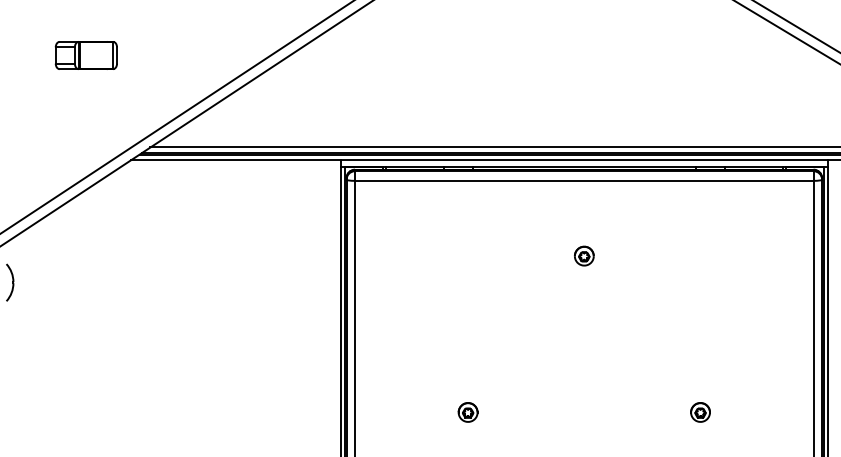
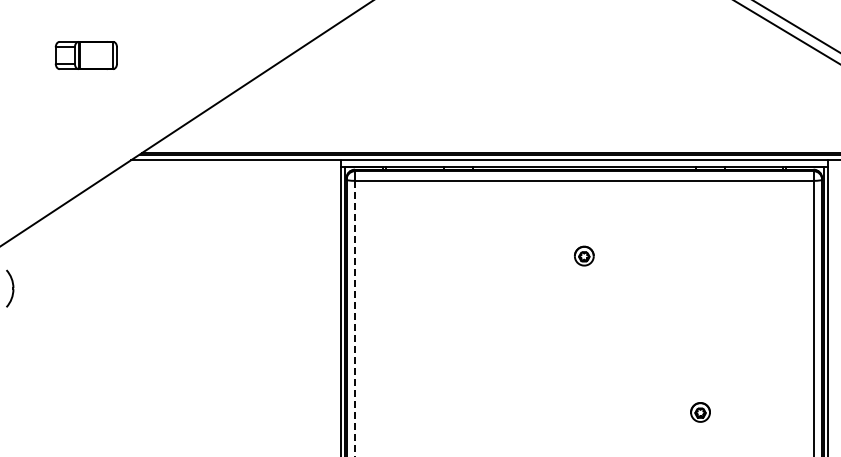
line at (176, 117): present -> none
line at (493, 147): present -> none
part at (10, 282) position: (10, 282) -> (10, 288)
line at (355, 318): solid -> dashed
part at (467, 412): present -> none
